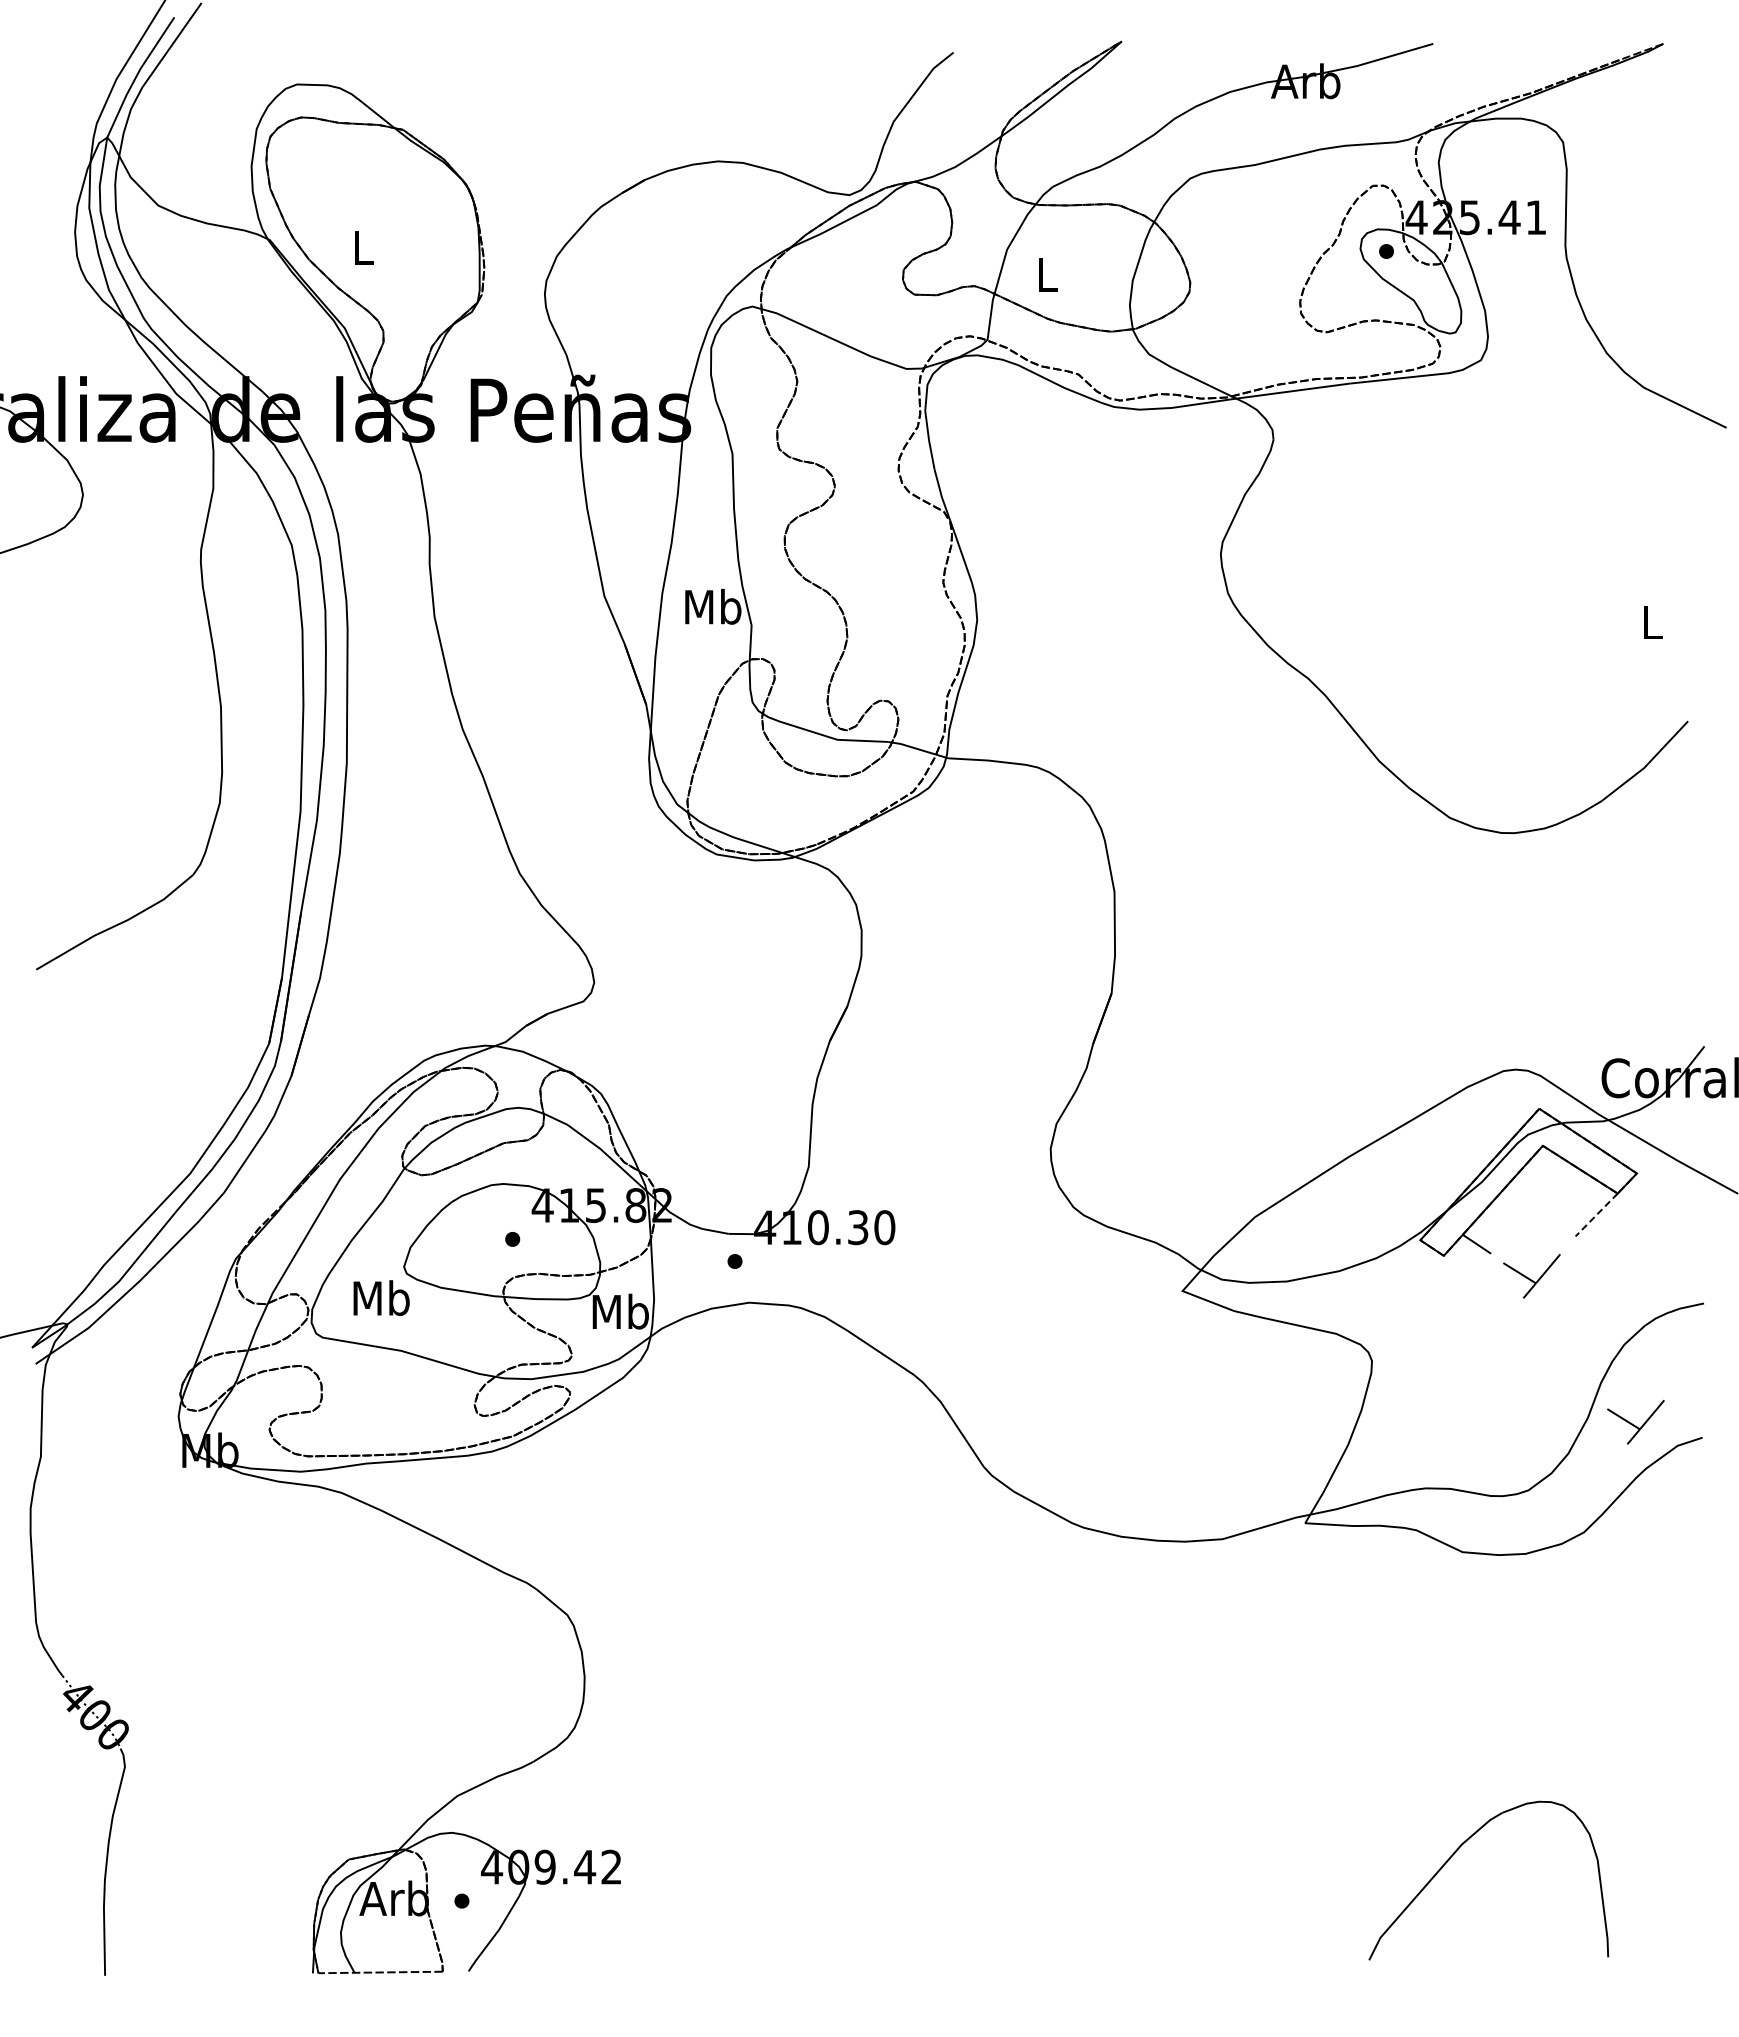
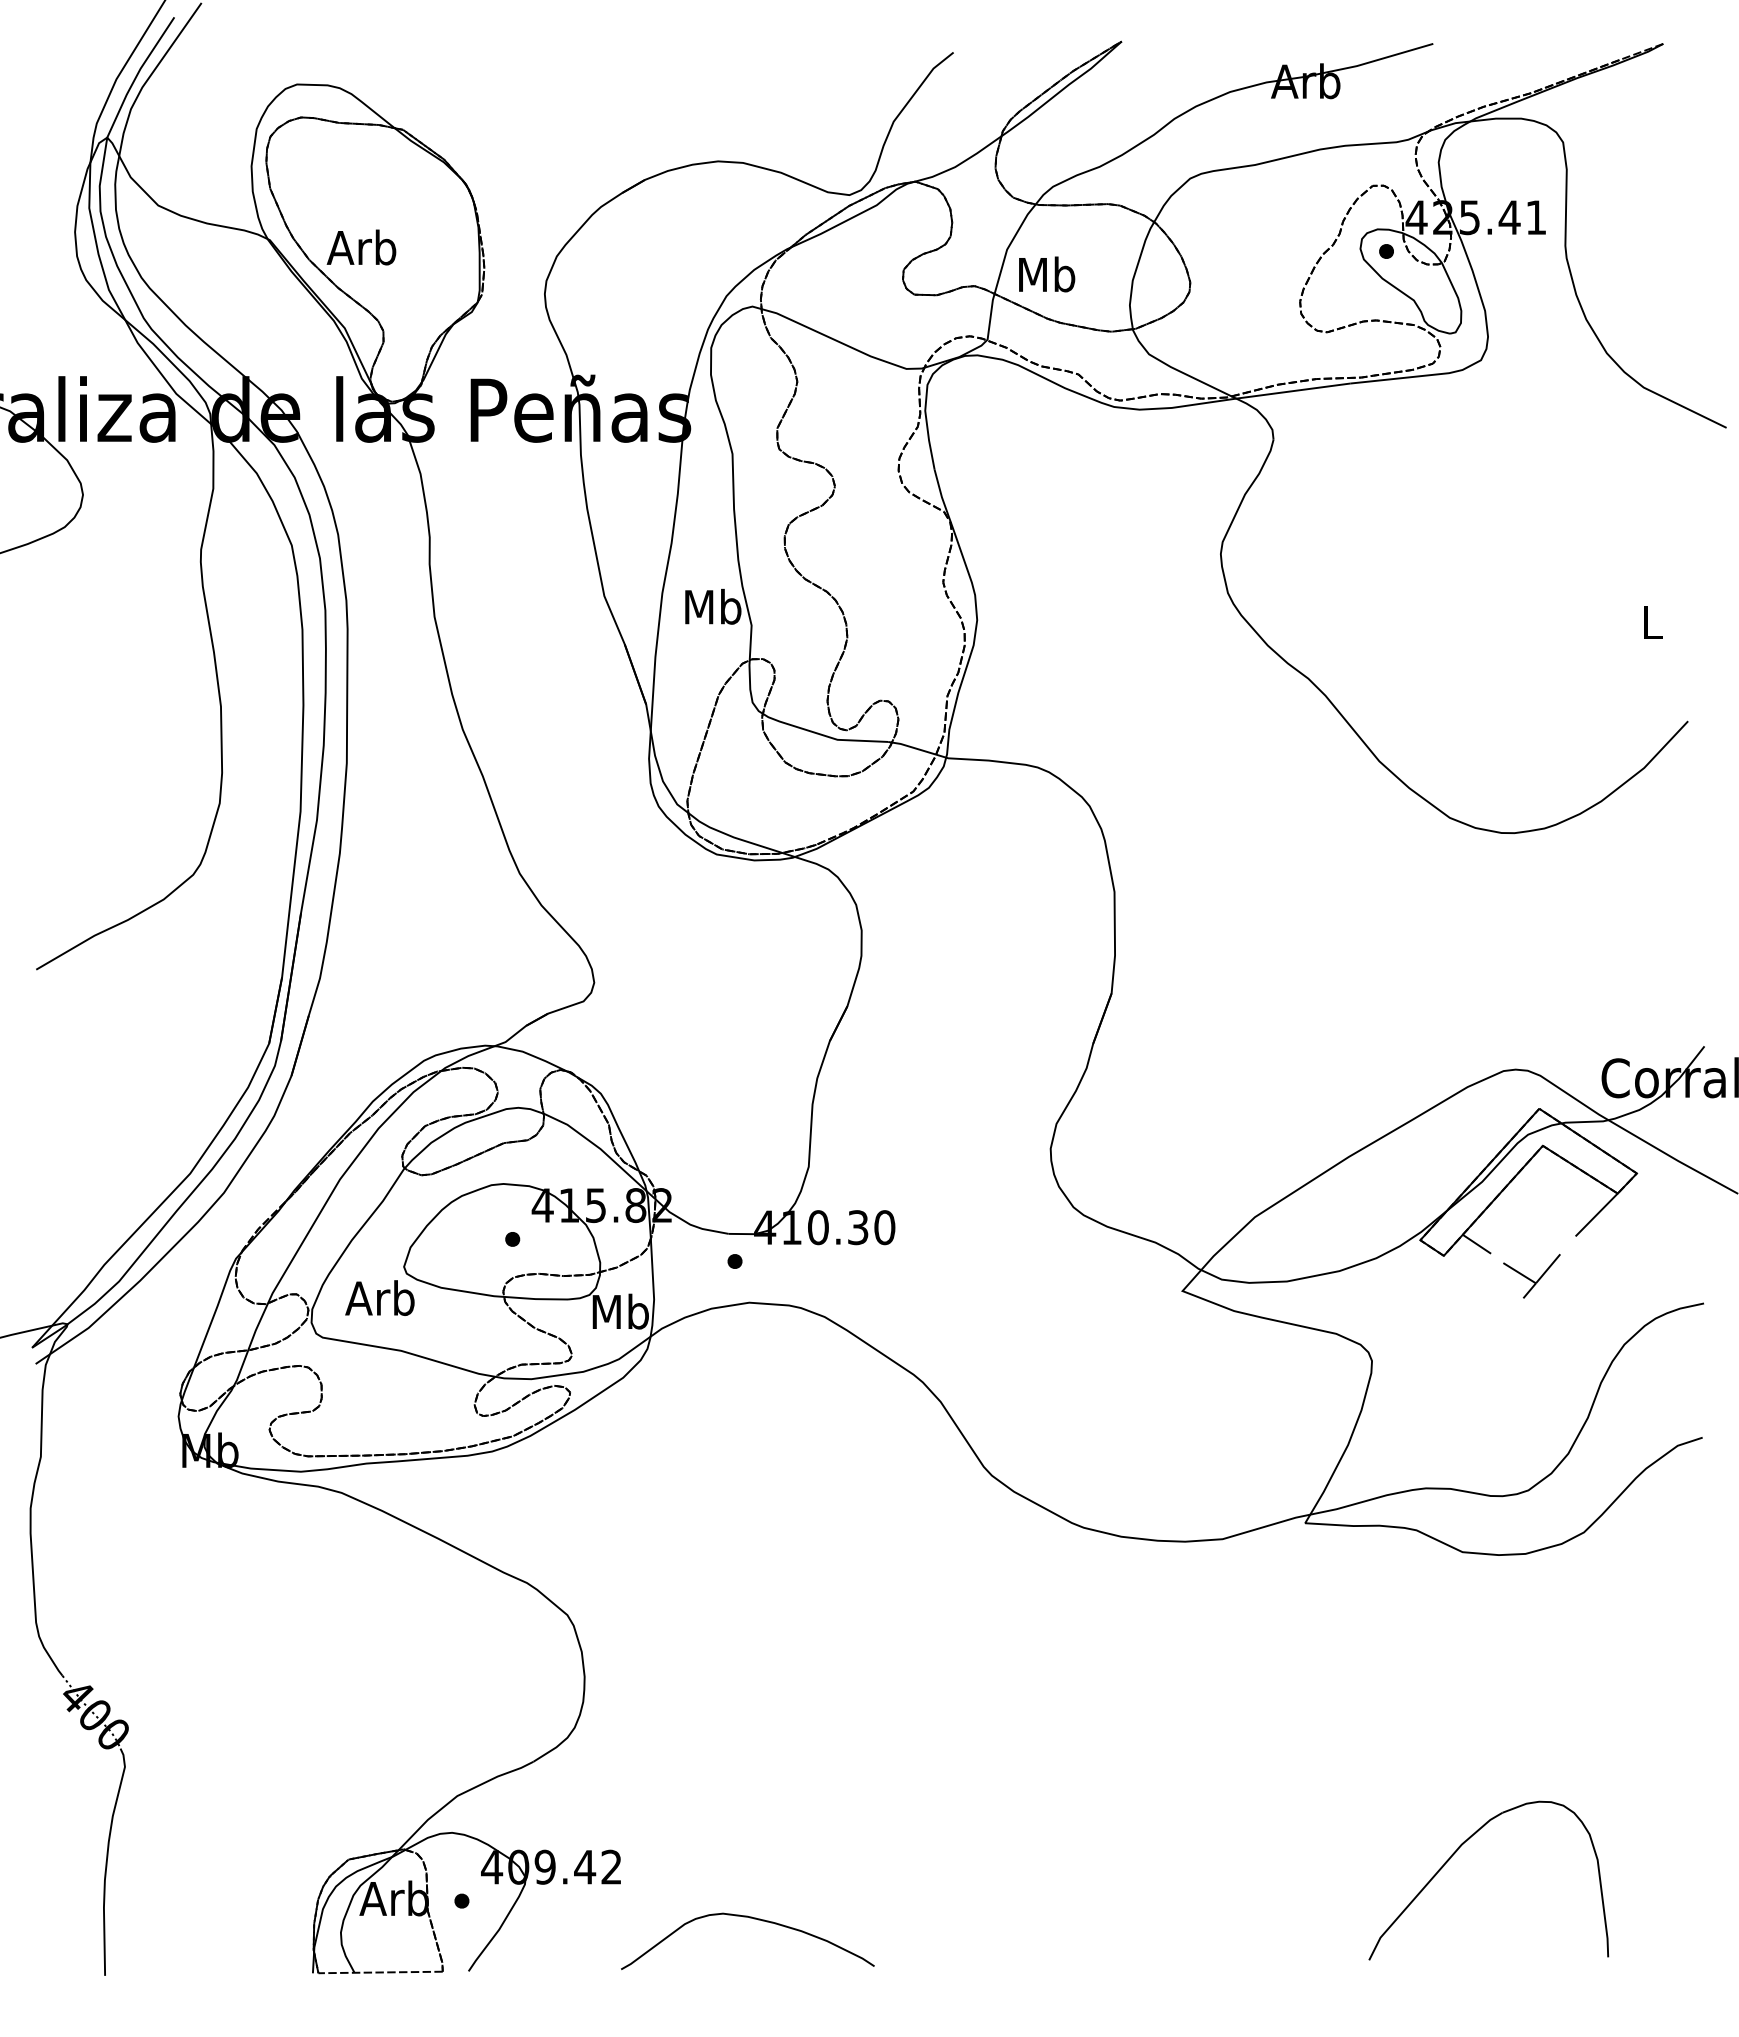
text at (361, 247): L -> Arb
text at (1047, 274): L -> Mb
line at (1596, 1215): dashed -> solid
text at (379, 1298): Mb -> Arb
part at (1635, 1422): present -> none
curve at (749, 1918): none -> present
